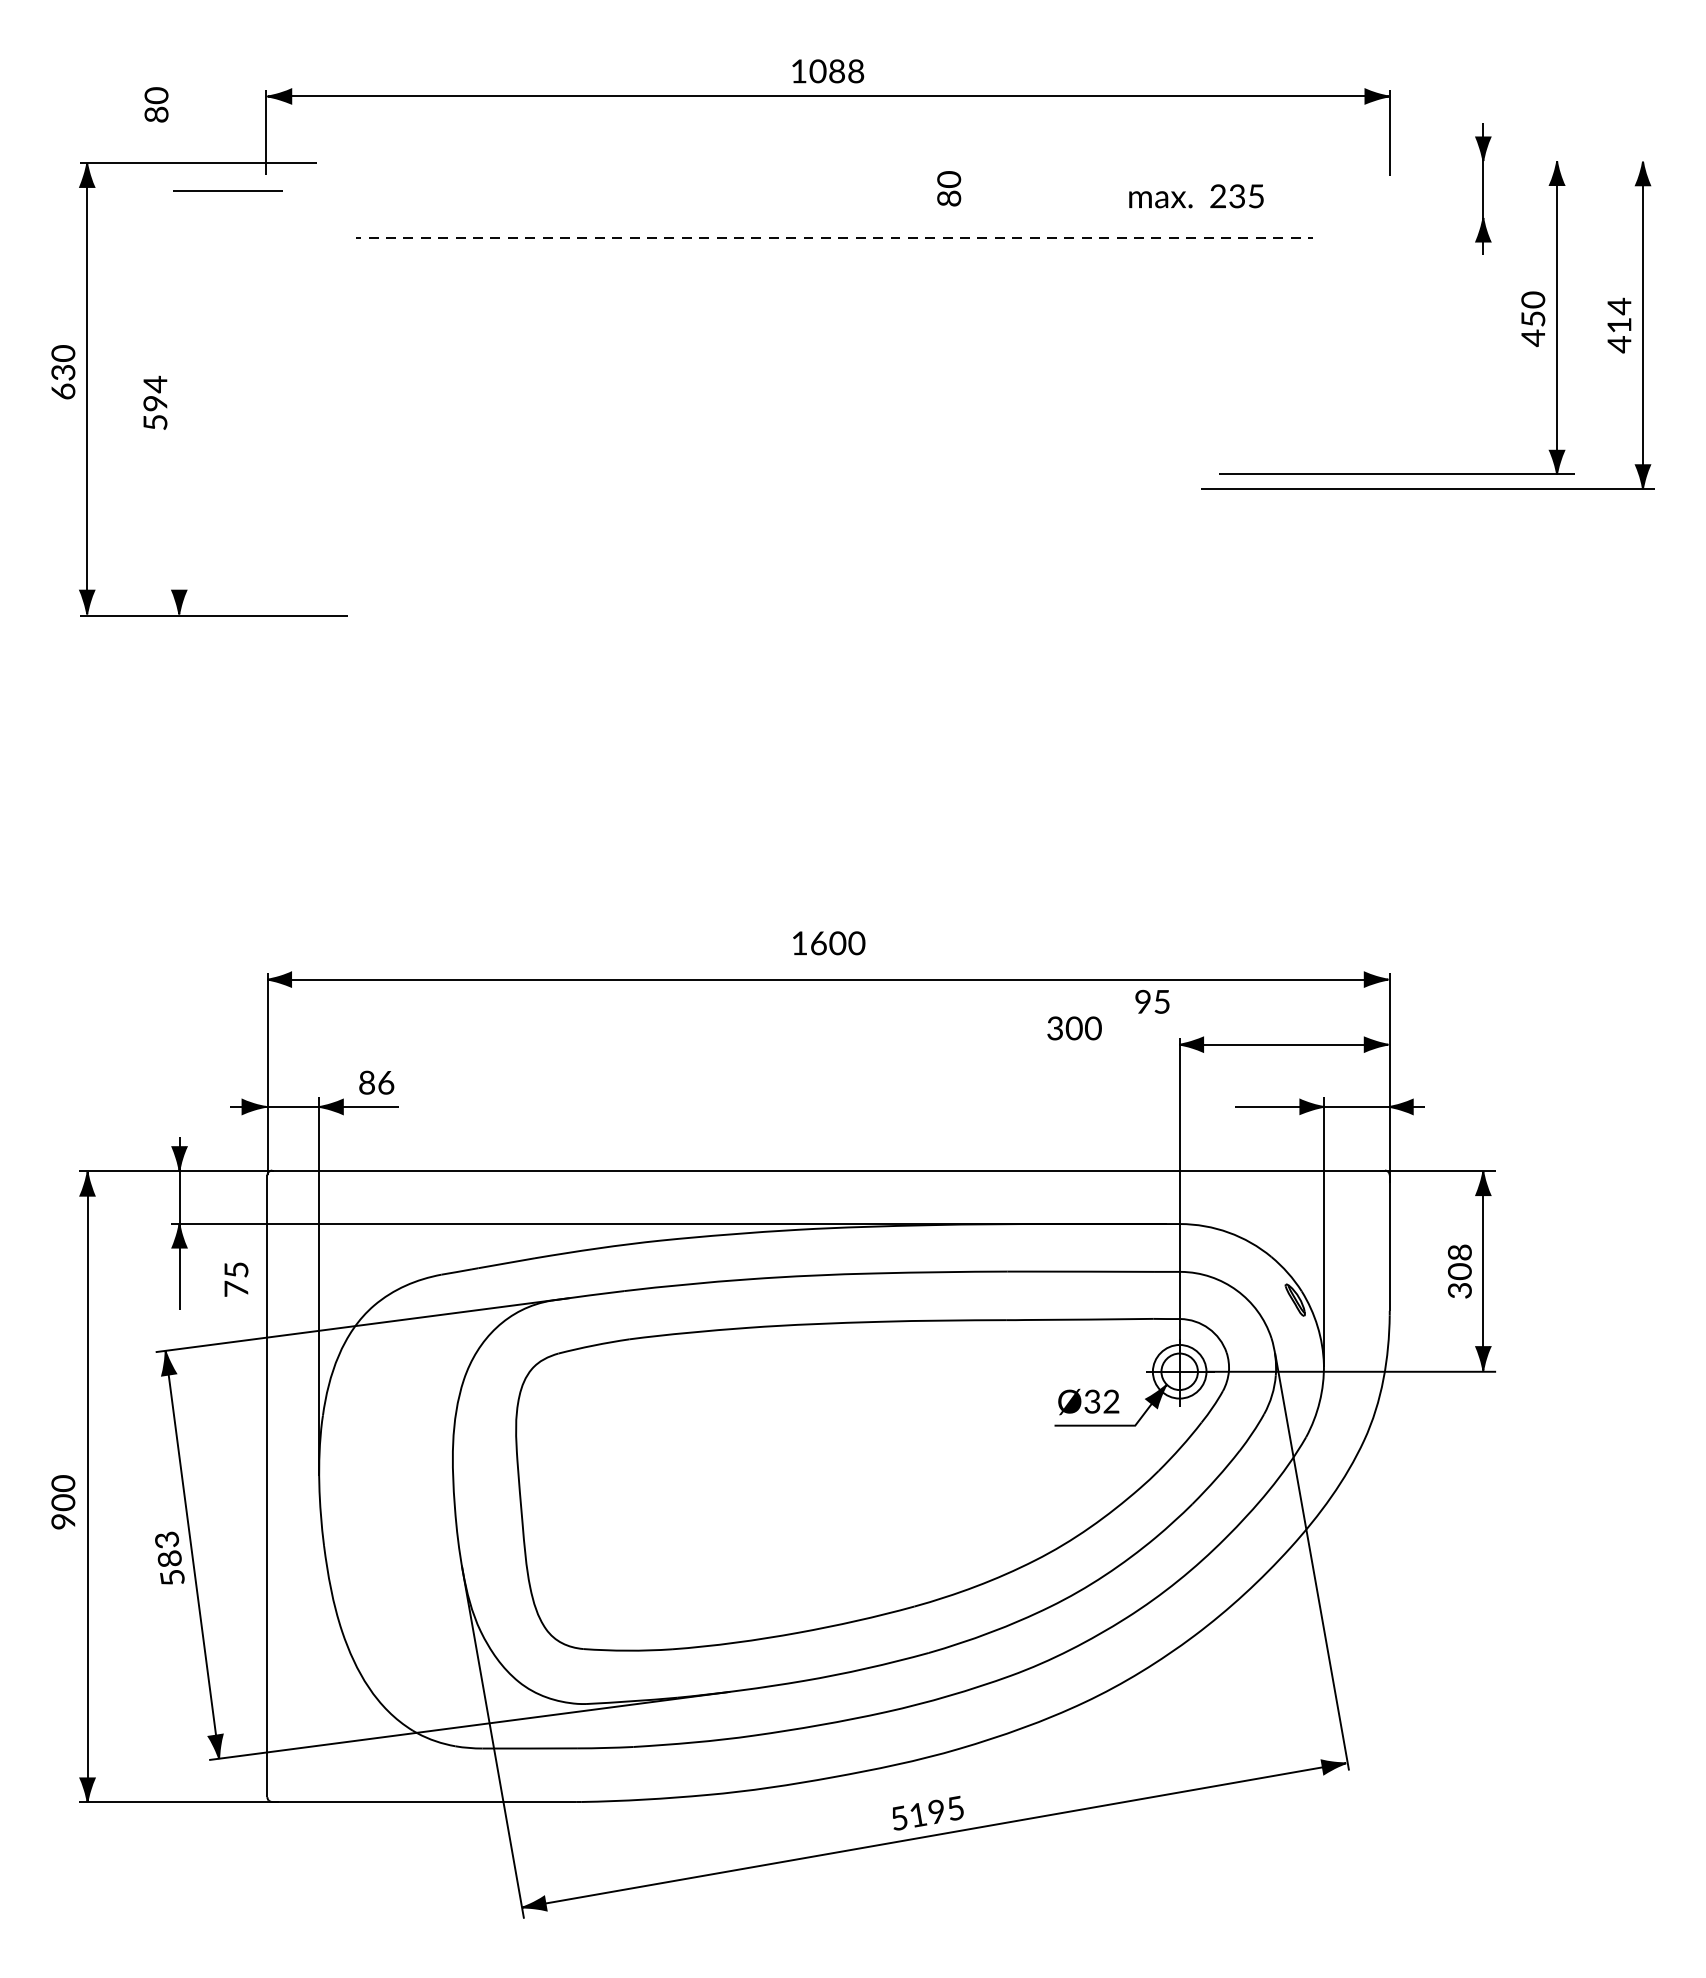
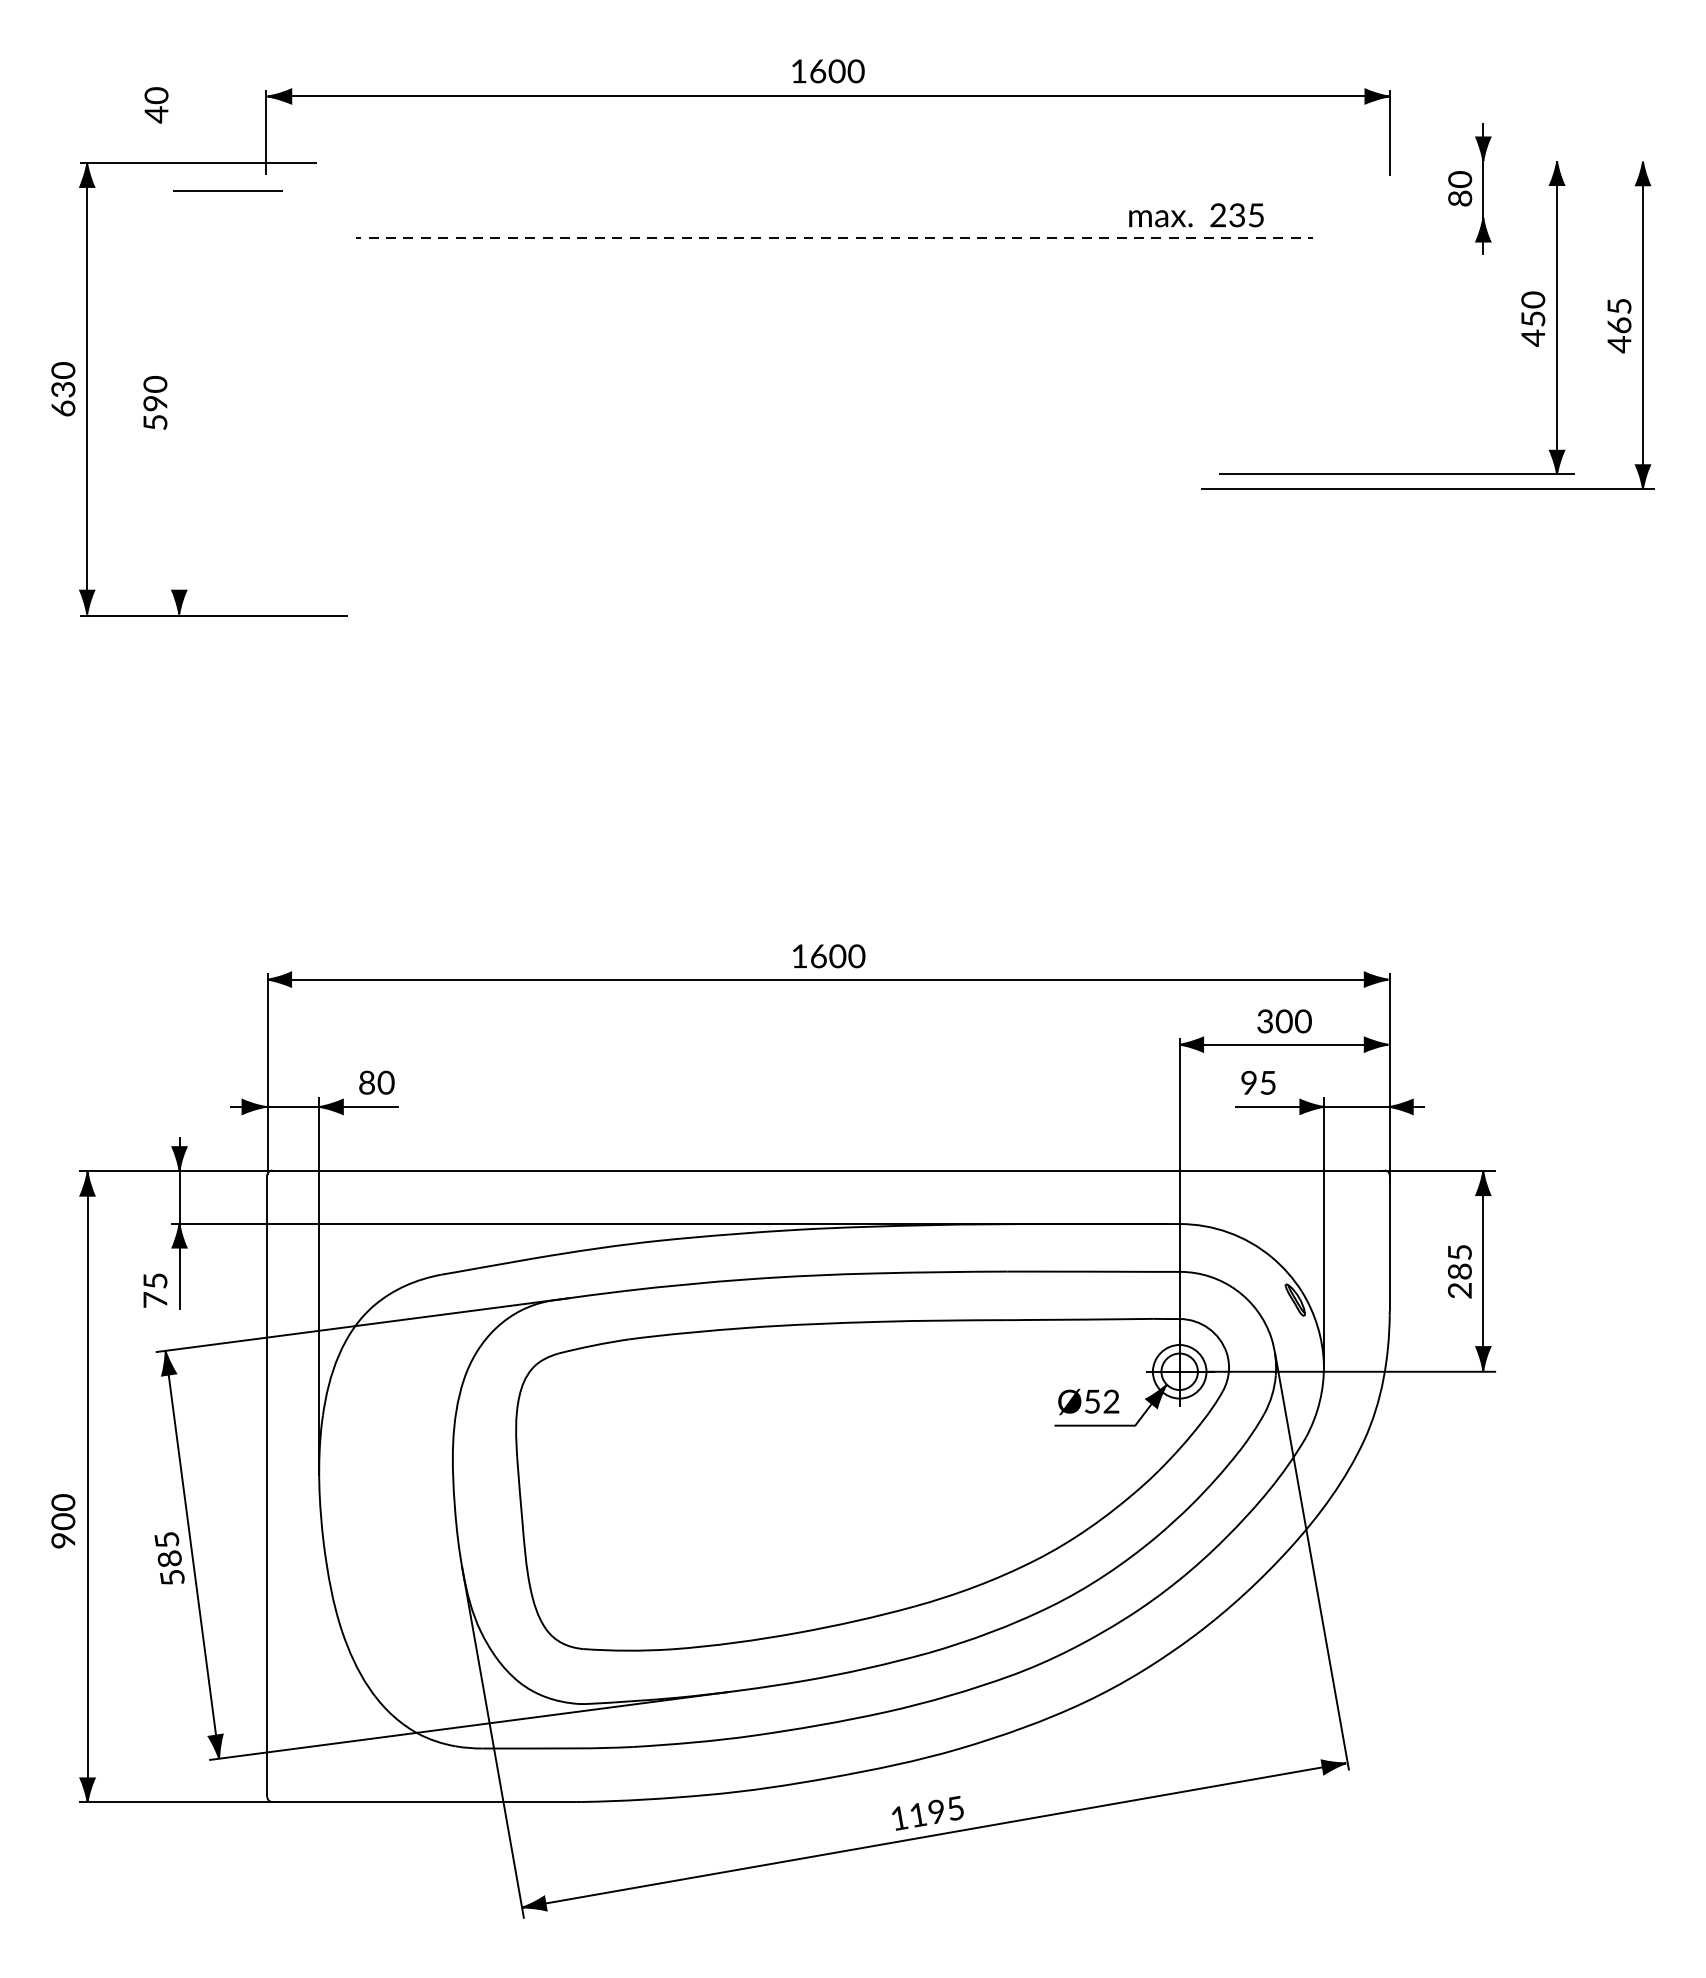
text at (836, 71): 1088 -> 1600
text at (156, 114): 80 -> 40
text at (949, 188) position: (949, 188) -> (1460, 188)
text at (1196, 196) position: (1196, 196) -> (1196, 215)
text at (1619, 315): 414 -> 465
text at (63, 372) position: (63, 372) -> (63, 389)
text at (155, 384): 594 -> 590
text at (829, 943) position: (829, 943) -> (829, 956)
text at (1152, 1001) position: (1152, 1001) -> (1258, 1082)
text at (1074, 1028) position: (1074, 1028) -> (1284, 1021)
text at (385, 1082): 86 -> 80
text at (1459, 1271): 308 -> 285
text at (236, 1279) position: (236, 1279) -> (155, 1290)
text at (1092, 1401): Ø32 -> Ø52
text at (63, 1502) position: (63, 1502) -> (63, 1521)
text at (166, 1539): 583 -> 585
text at (900, 1817): 5195 -> 1195
